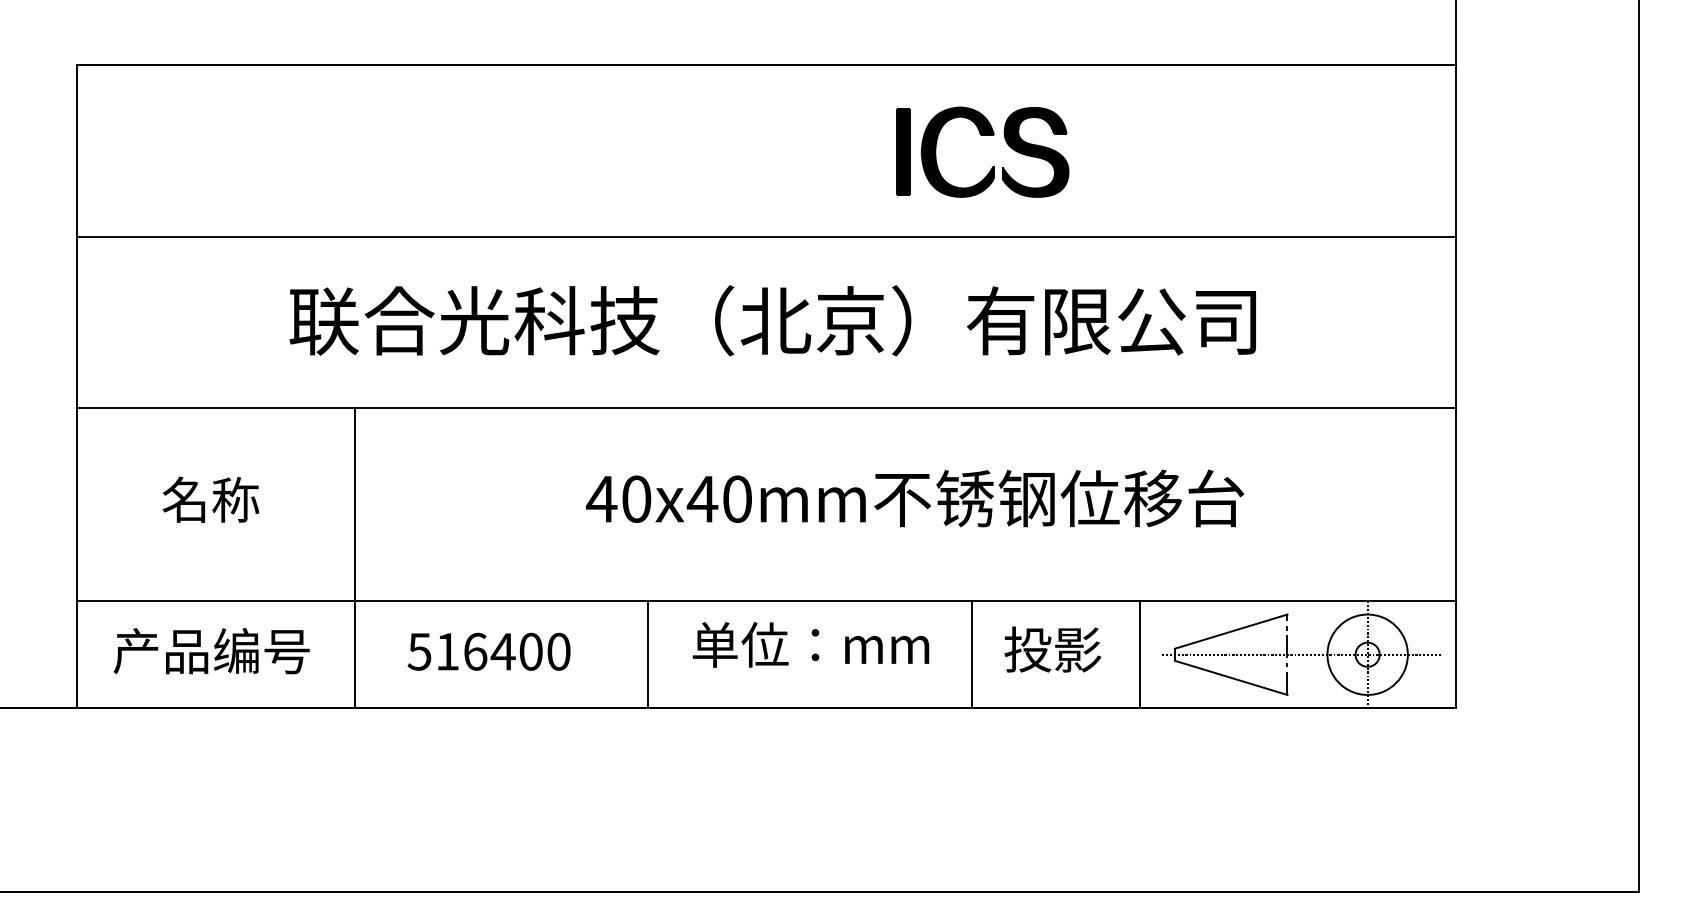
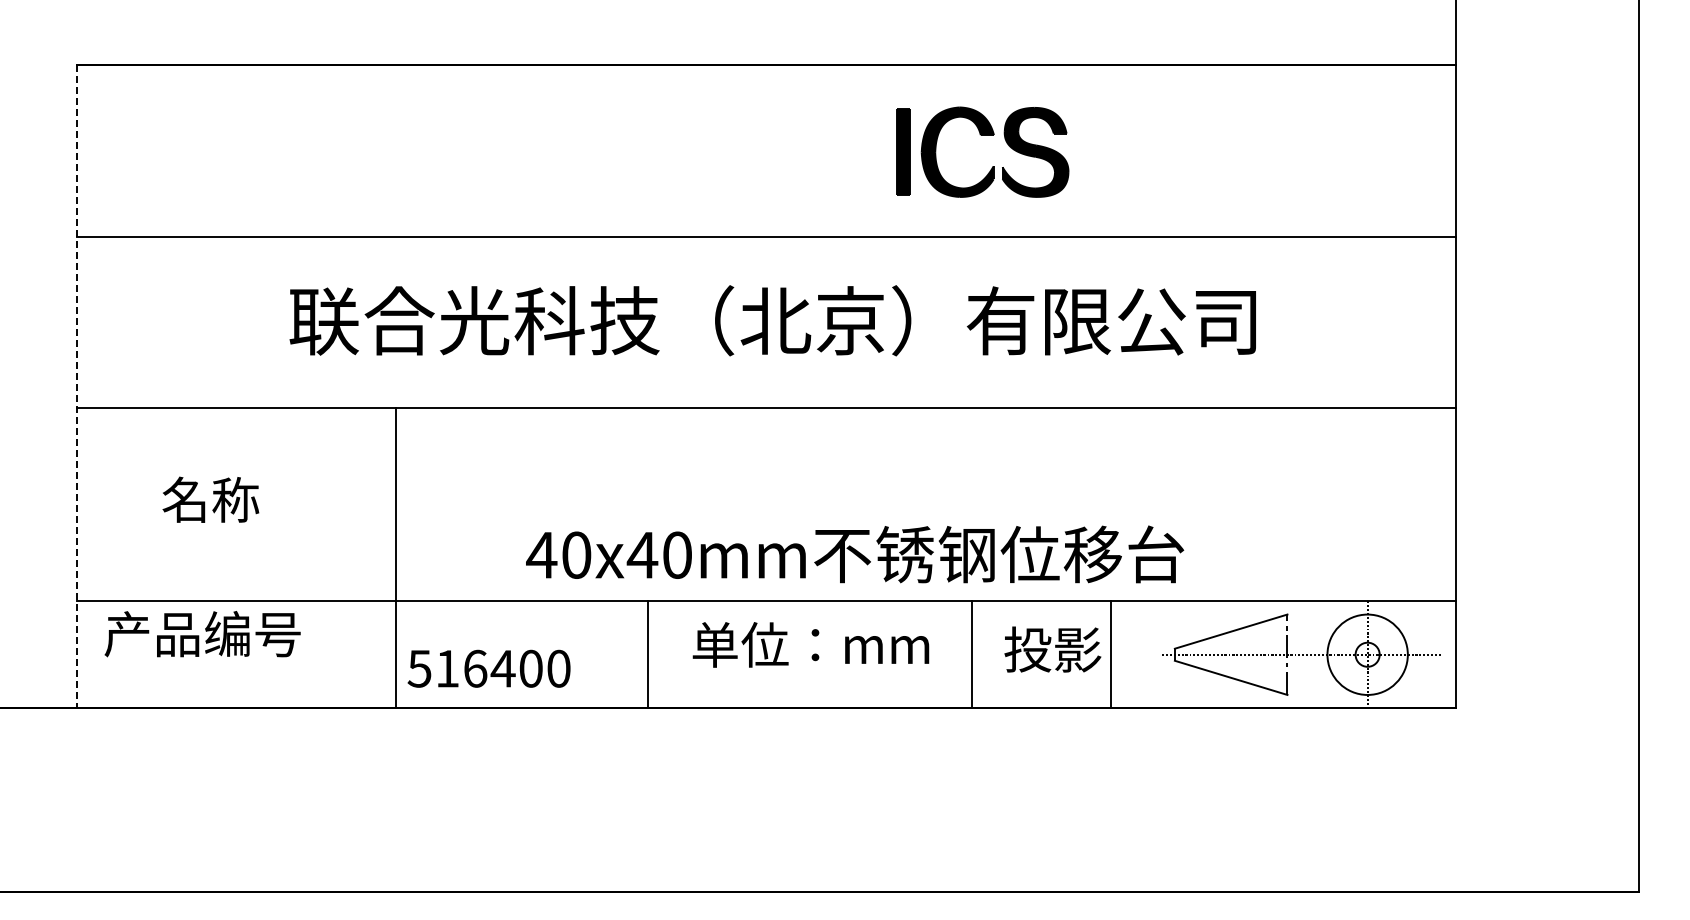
line at (77, 386): solid -> dashed
text at (915, 498) position: (915, 498) -> (855, 554)
line at (354, 558) position: (354, 558) -> (395, 558)
text at (211, 651) position: (211, 651) -> (202, 634)
text at (488, 651) position: (488, 651) -> (488, 668)
line at (1139, 654) position: (1139, 654) -> (1110, 654)
